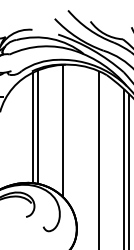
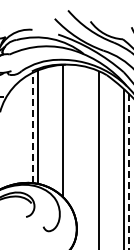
line at (33, 127): solid -> dashed
line at (129, 171): solid -> dashed
